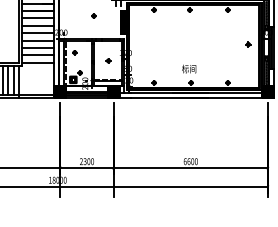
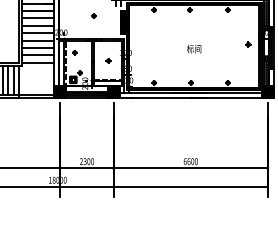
text at (189, 68) position: (189, 68) -> (194, 48)
